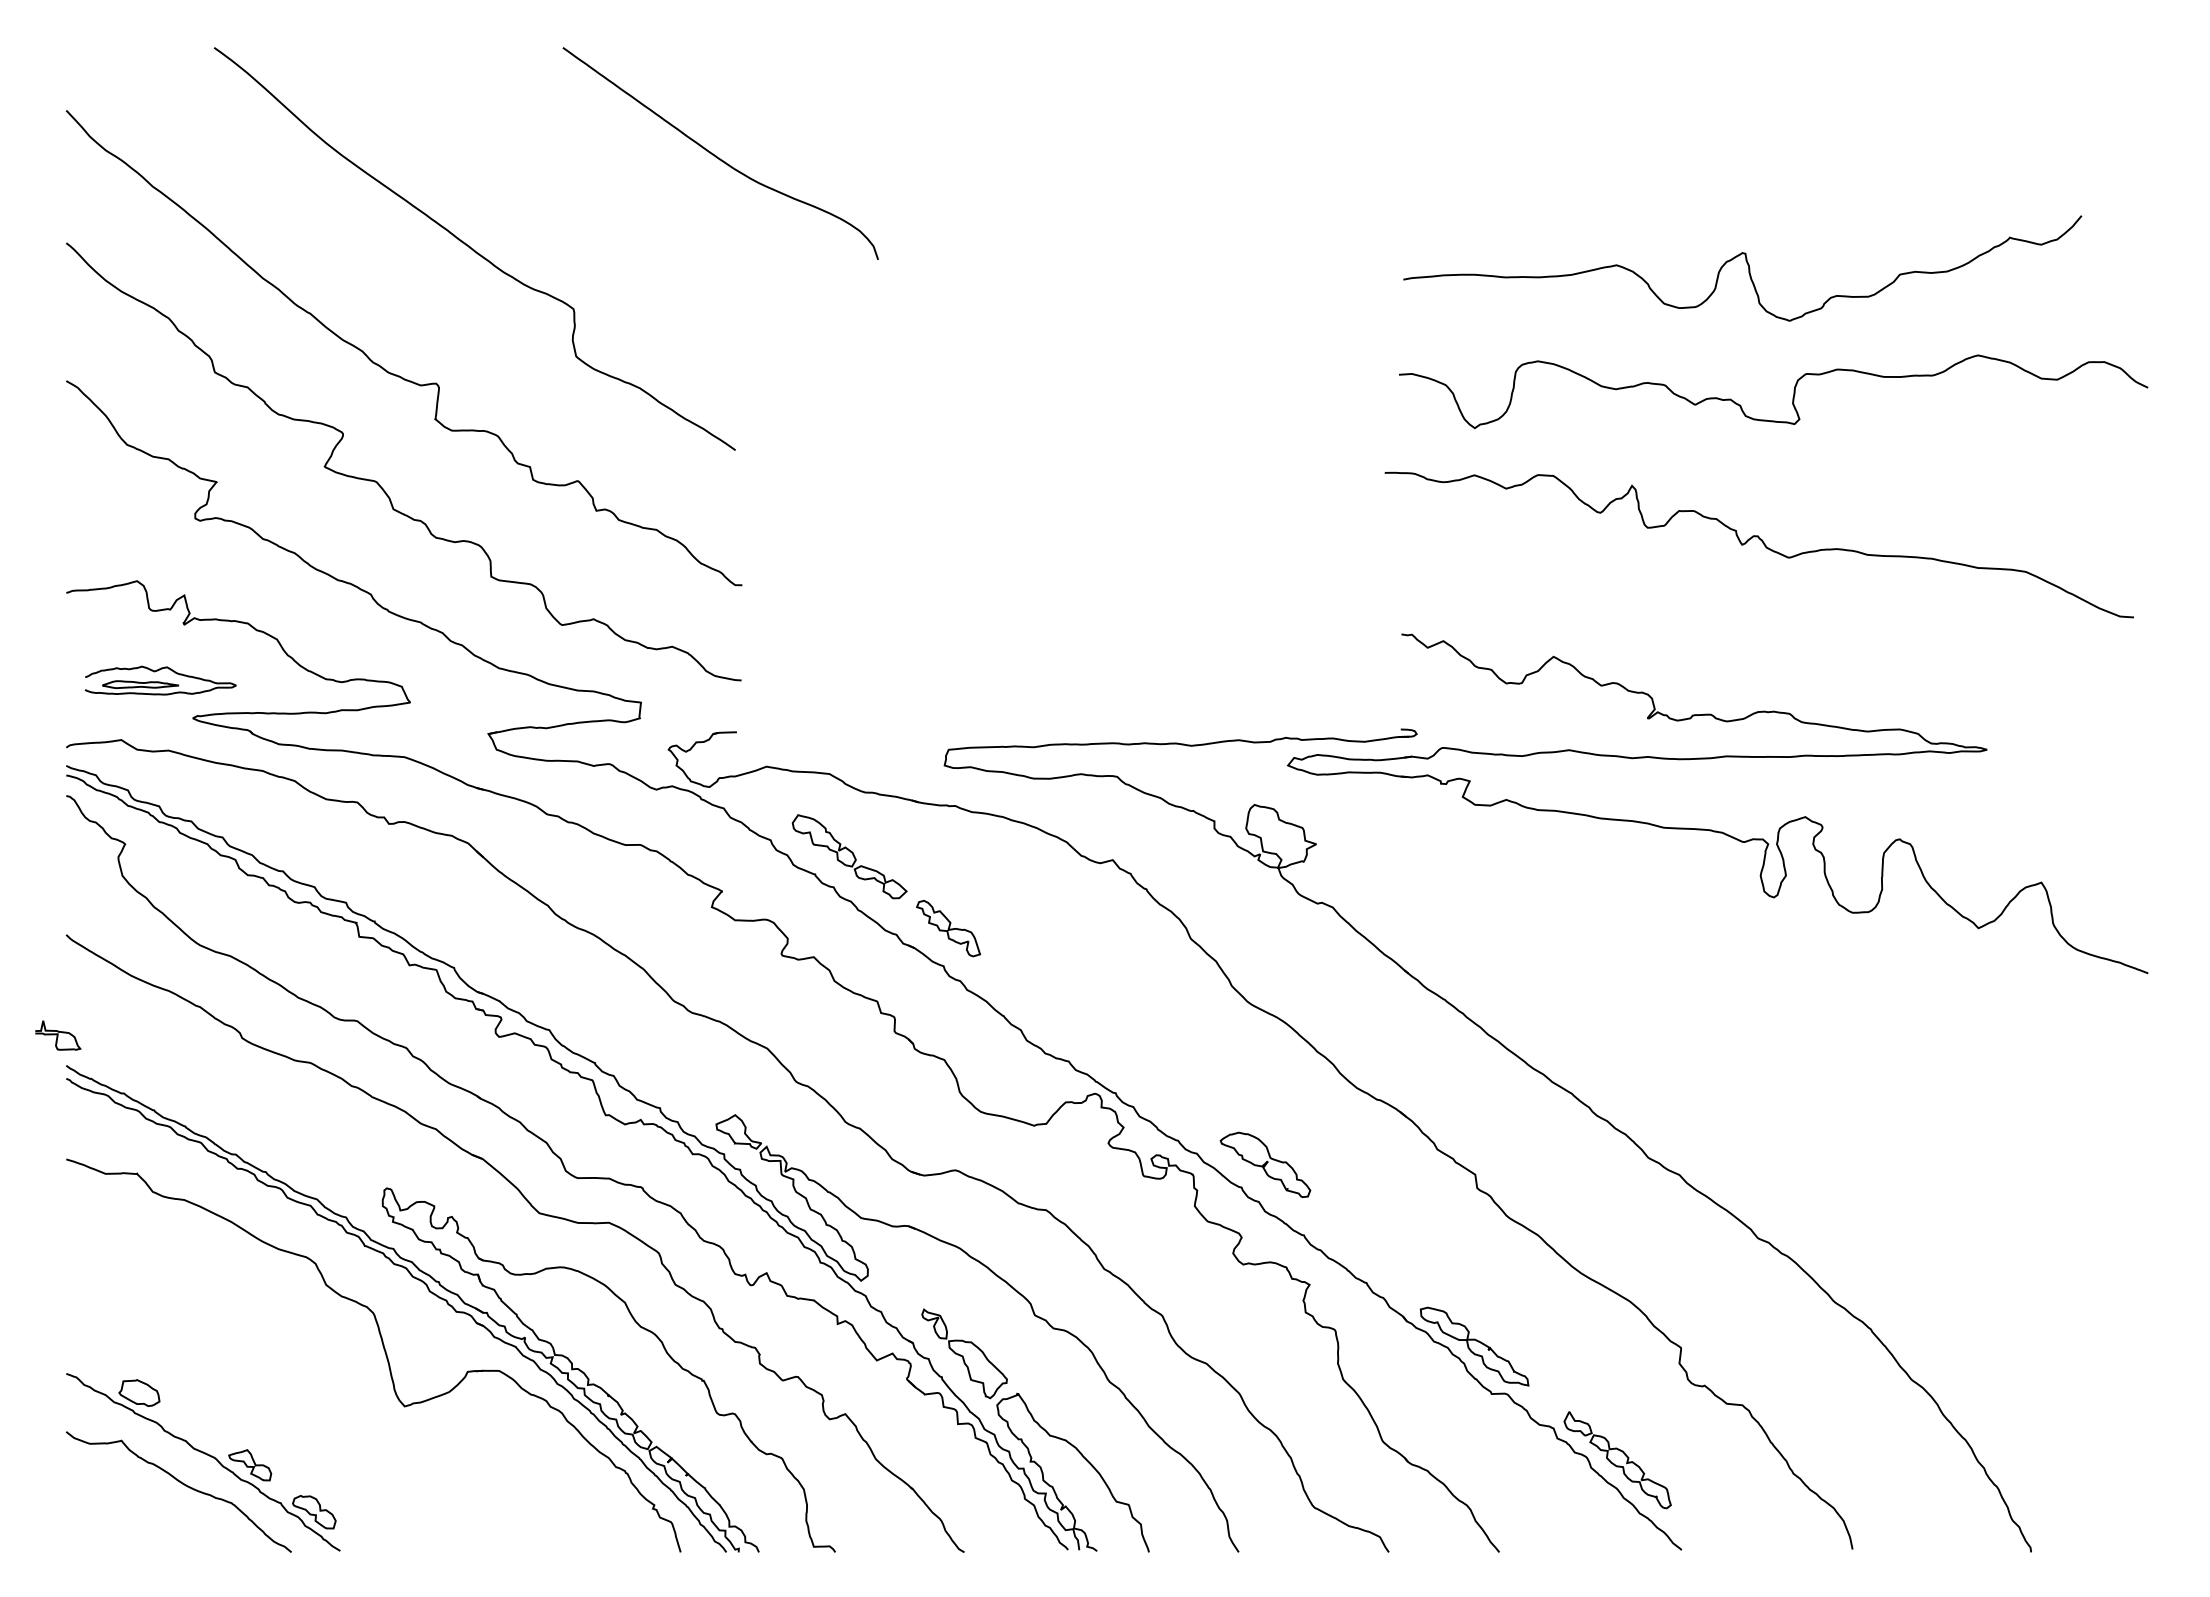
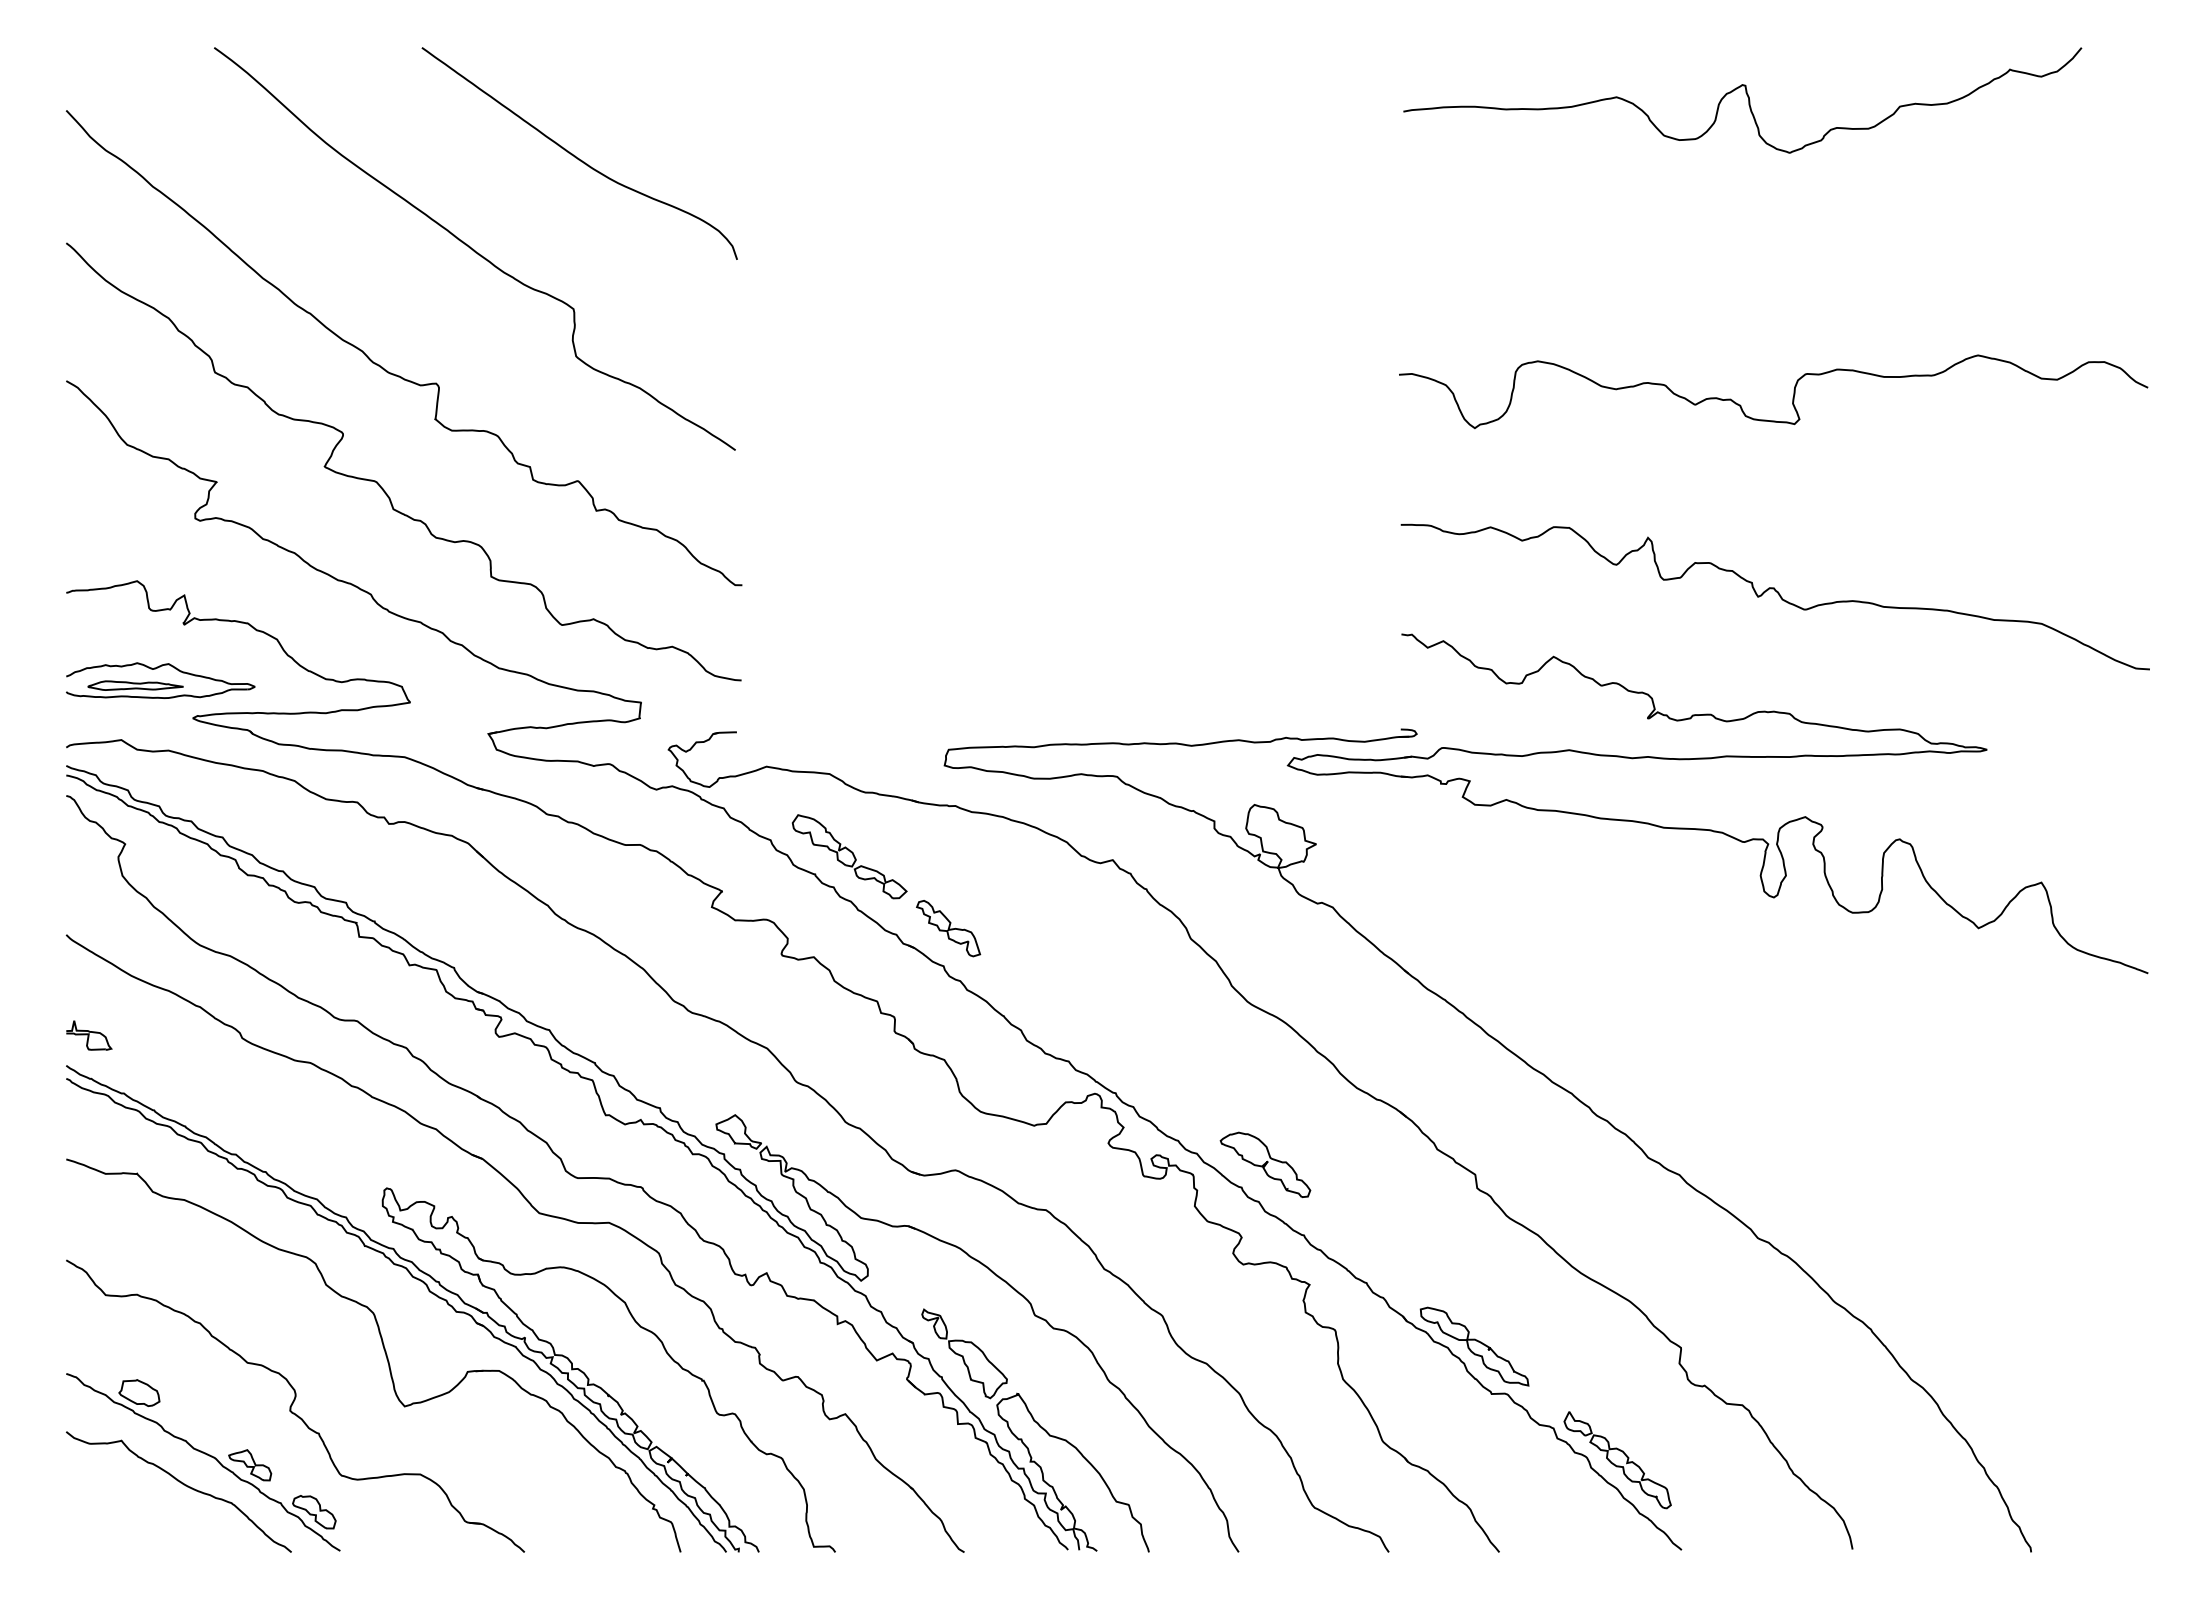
curve at (719, 157) position: (719, 157) -> (578, 157)
curve at (1747, 265) position: (1747, 265) -> (1747, 97)
curve at (1762, 543) position: (1762, 543) -> (1778, 595)
part at (160, 680) size: 153x31 px -> 190x37 px
part at (58, 1035) position: (58, 1035) -> (89, 1035)
part at (295, 1405): none -> present
